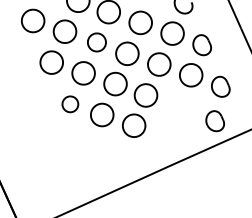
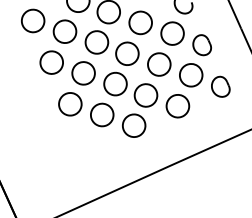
part at (96, 42) size: 20x21 px -> 26x25 px
part at (70, 104) size: 19x19 px -> 25x25 px
part at (177, 106): none -> present
part at (214, 121): present -> none
